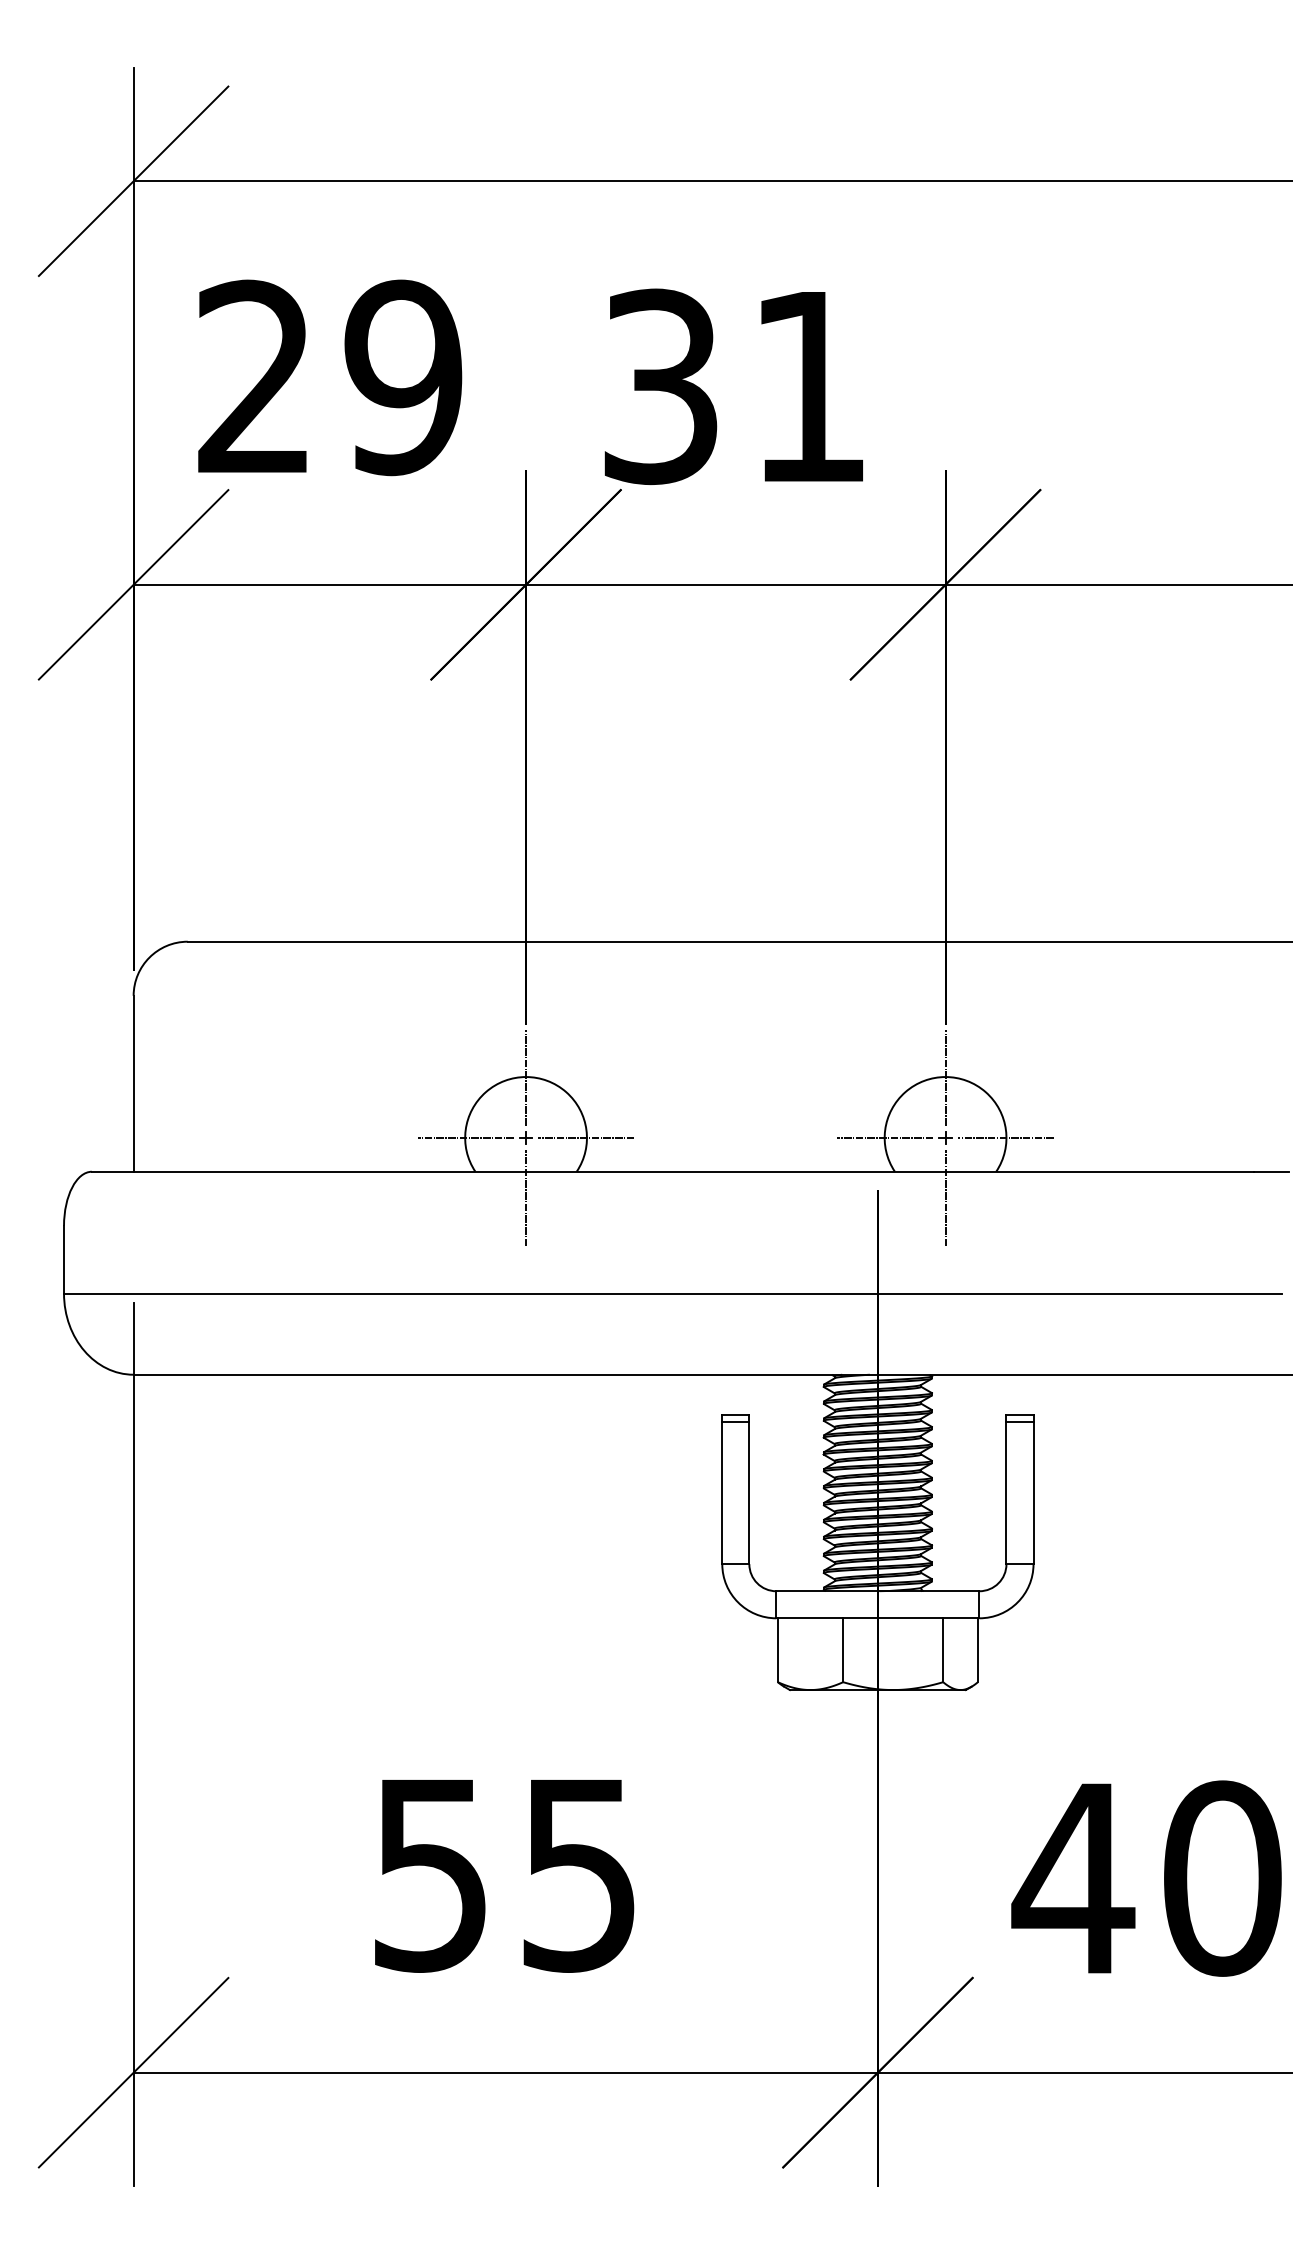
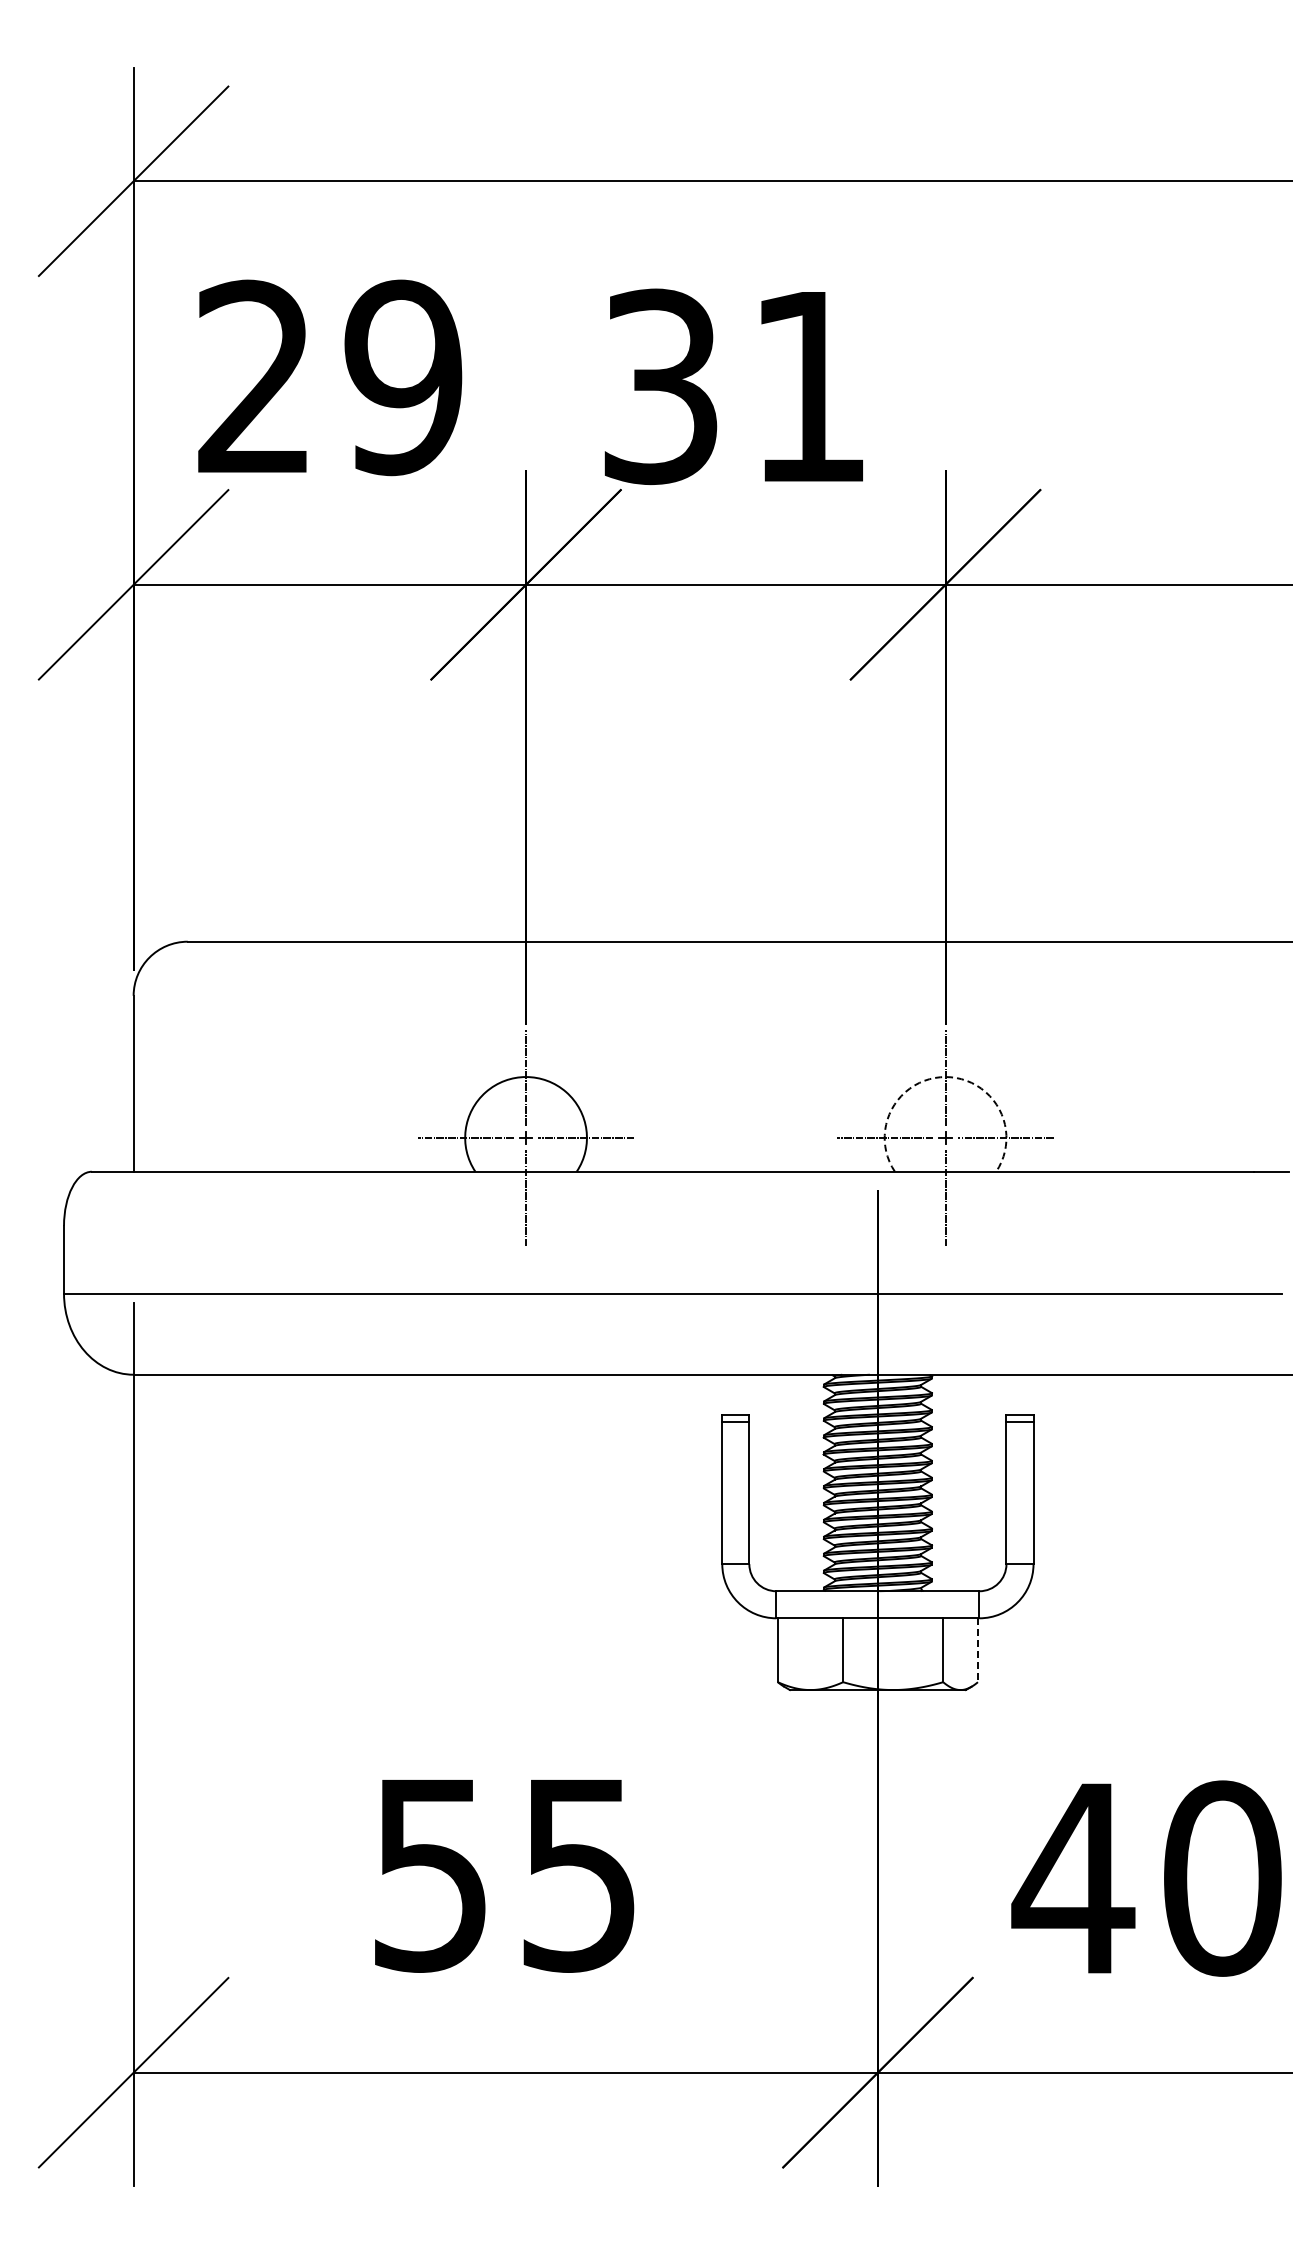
arc at (945, 1077): solid -> dashed
line at (977, 1650): solid -> dashed
